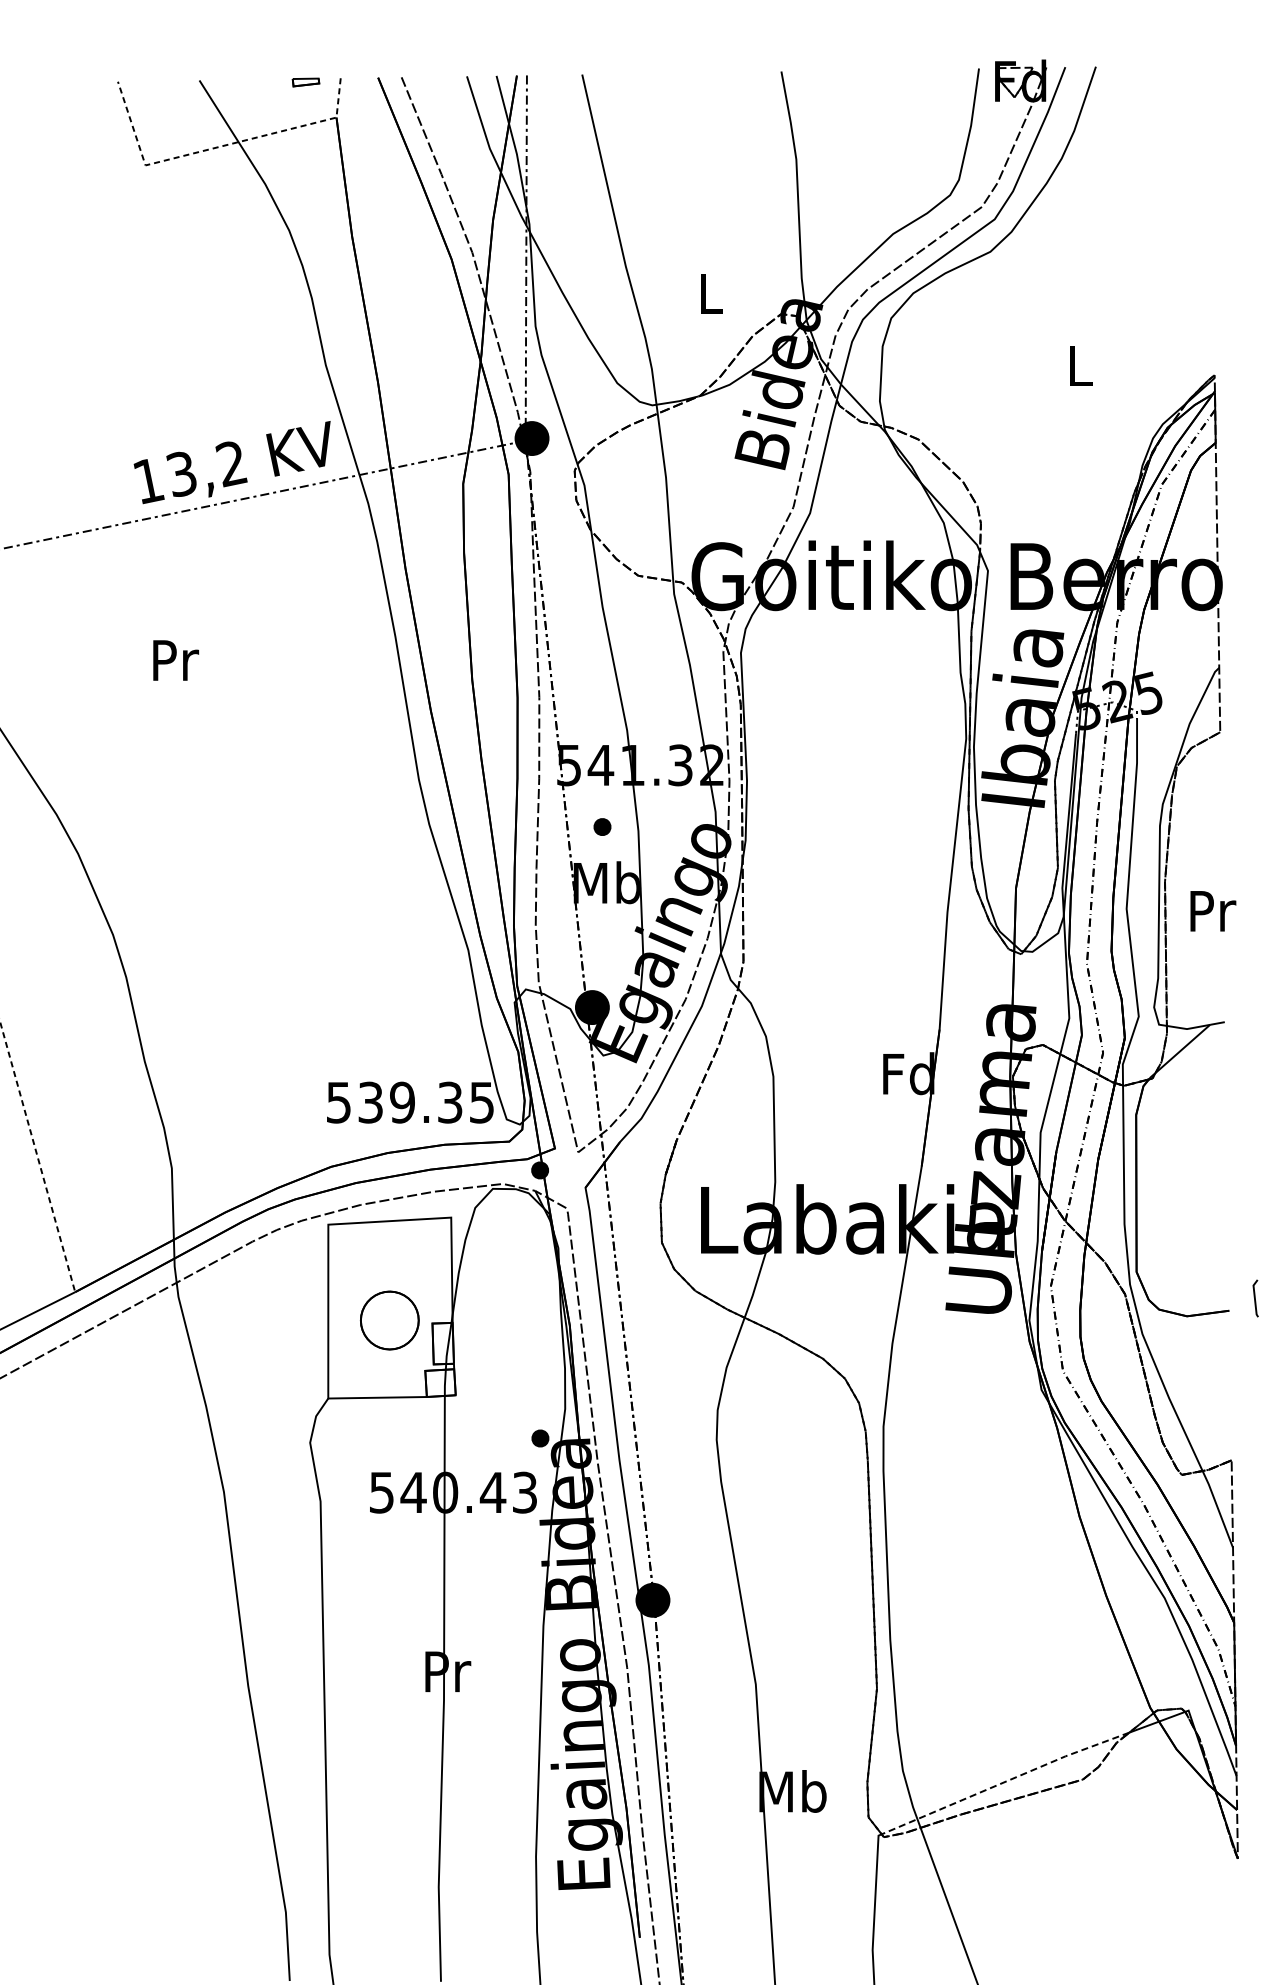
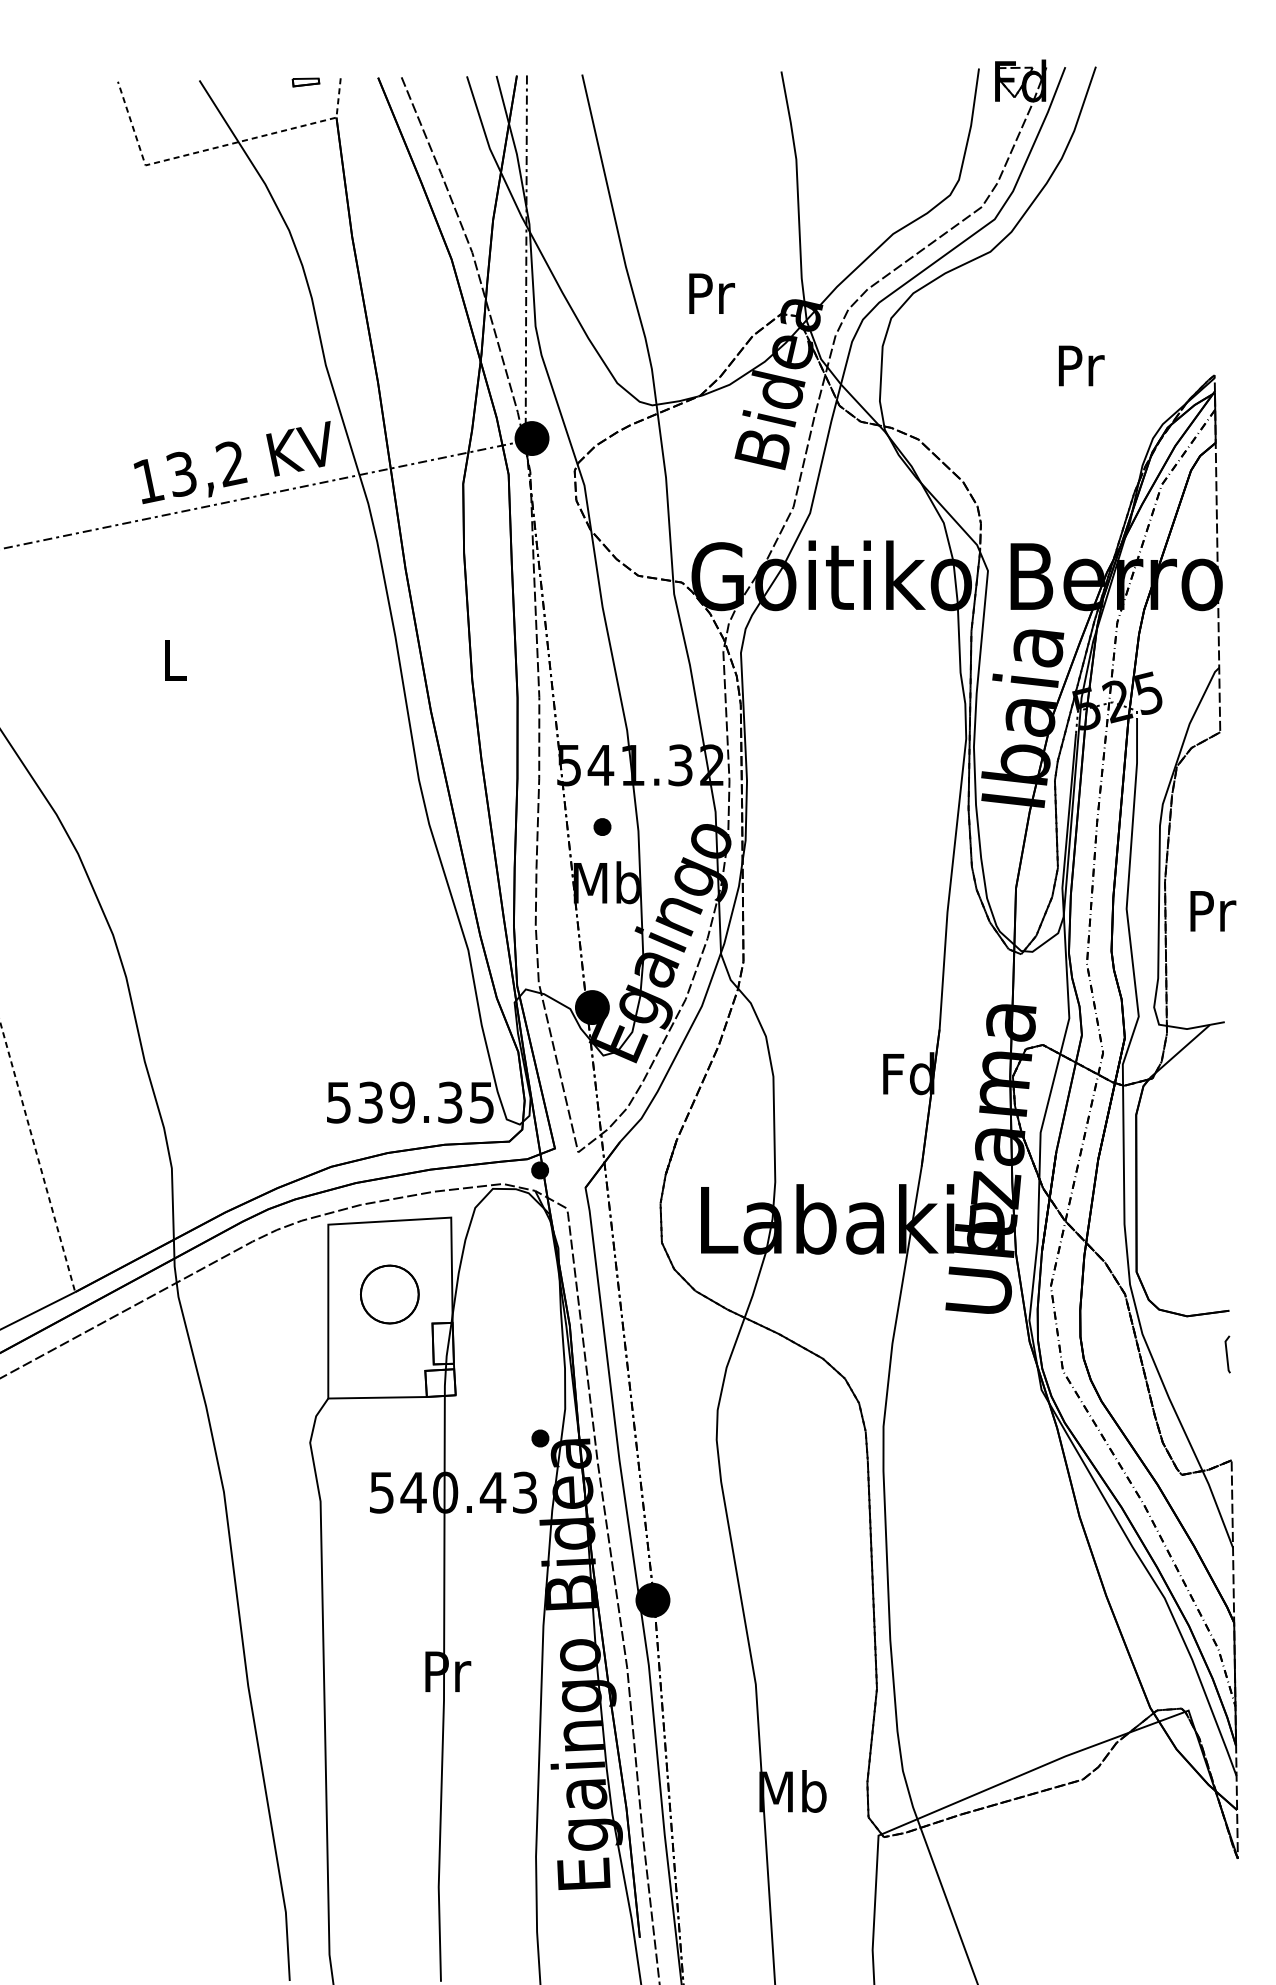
text at (712, 293): L -> Pr
text at (1081, 365): L -> Pr
text at (176, 660): Pr -> L
line at (1255, 1298) position: (1255, 1298) -> (1227, 1354)
part at (389, 1320) position: (389, 1320) -> (389, 1294)
line at (1004, 1782): dashed -> solid
